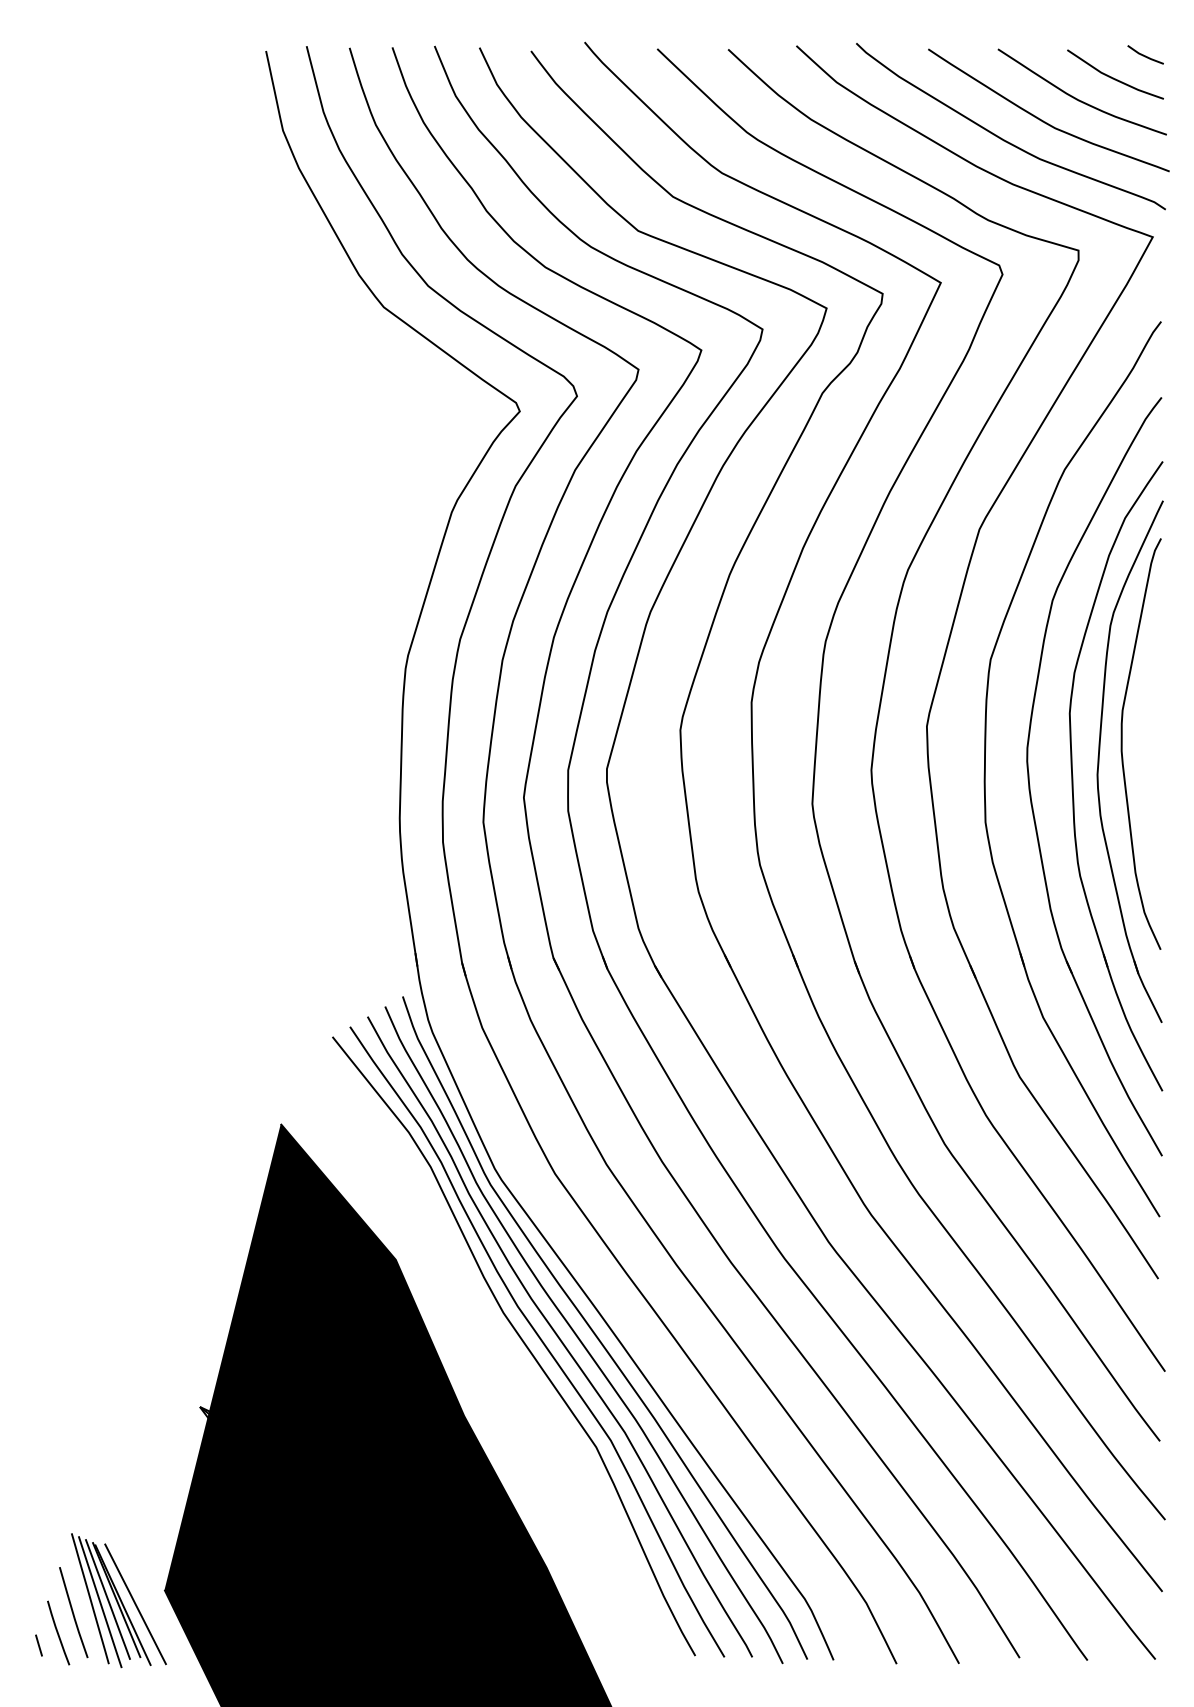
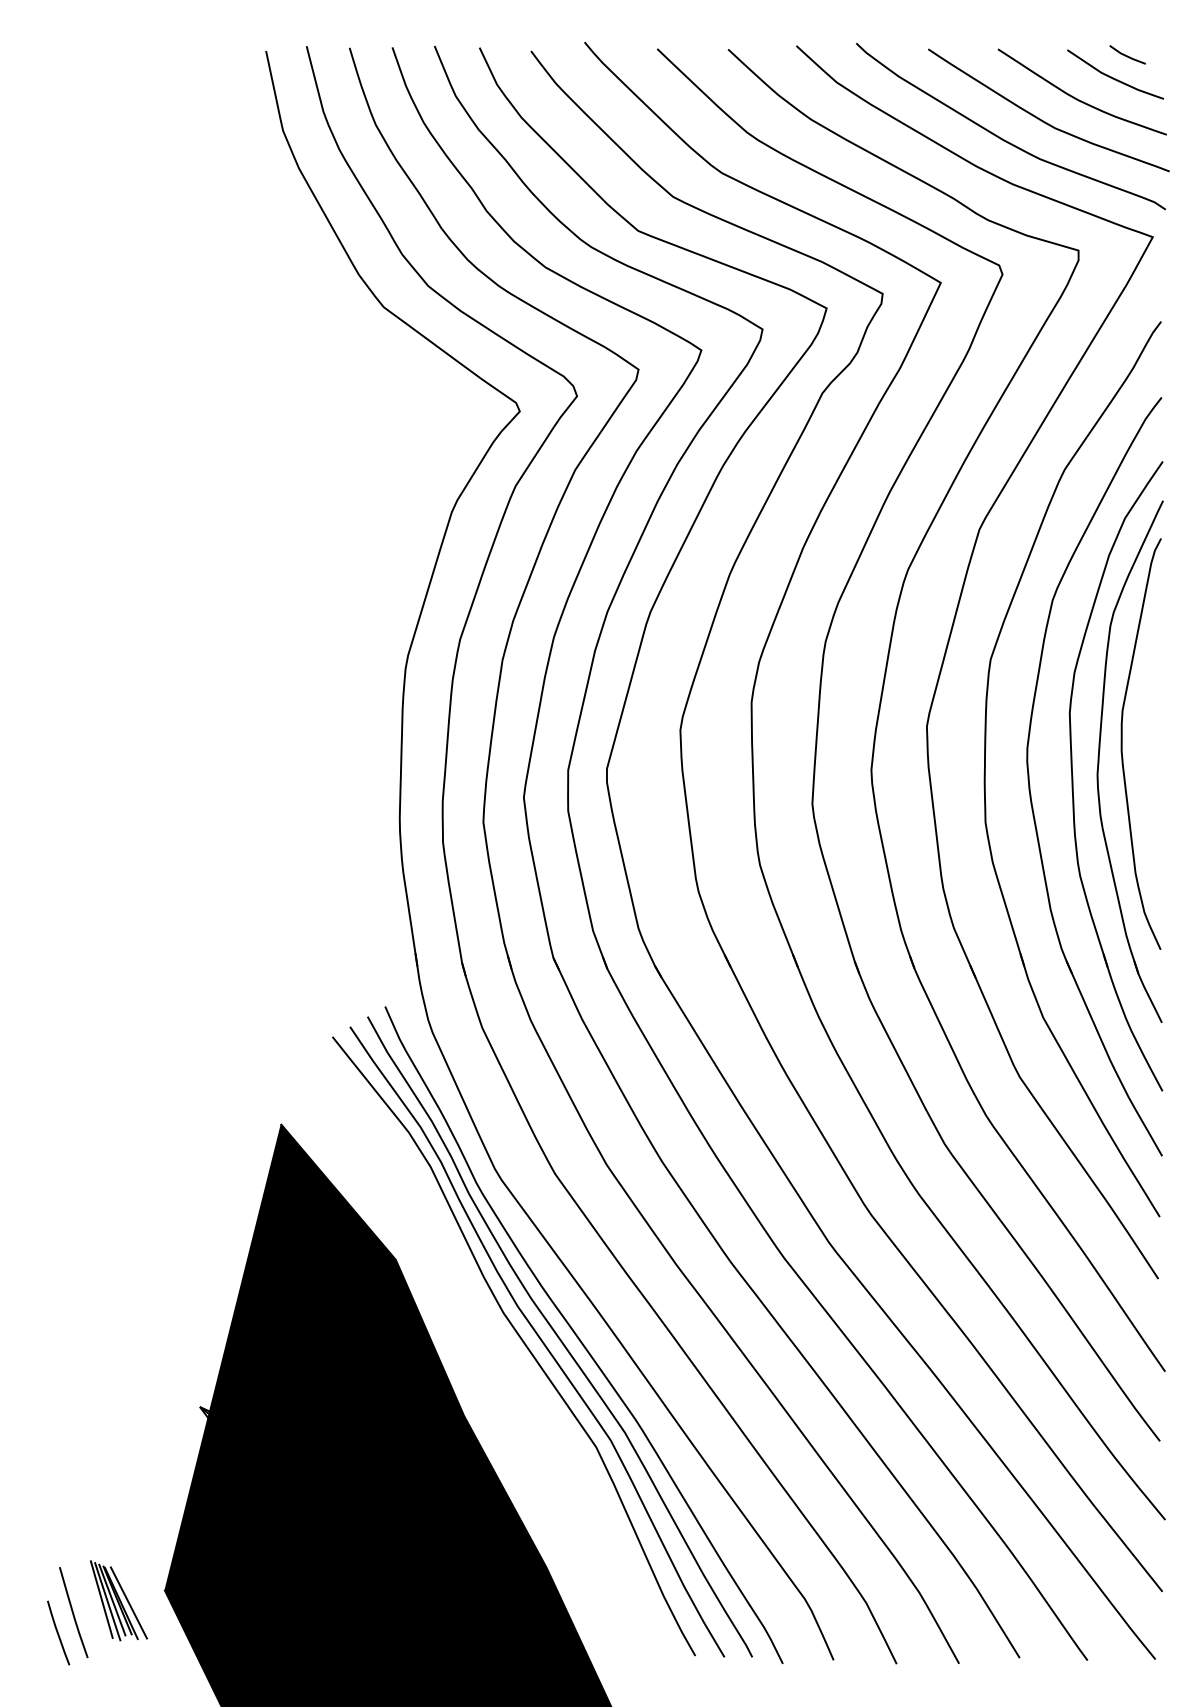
line at (1145, 55) position: (1145, 55) -> (1127, 55)
curve at (596, 1334): present -> none
part at (118, 1600) size: 96x136 px -> 58x82 px
line at (38, 1645): present -> none
